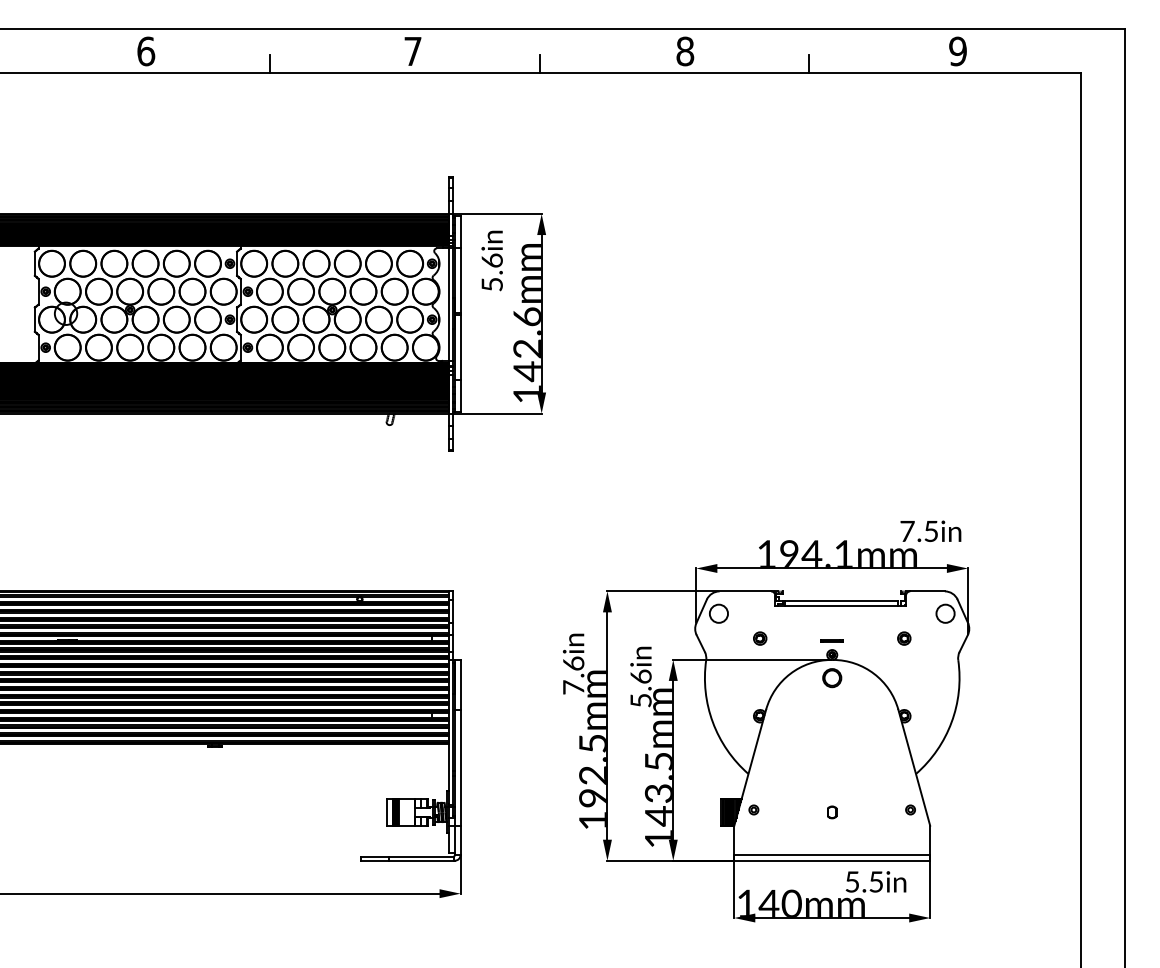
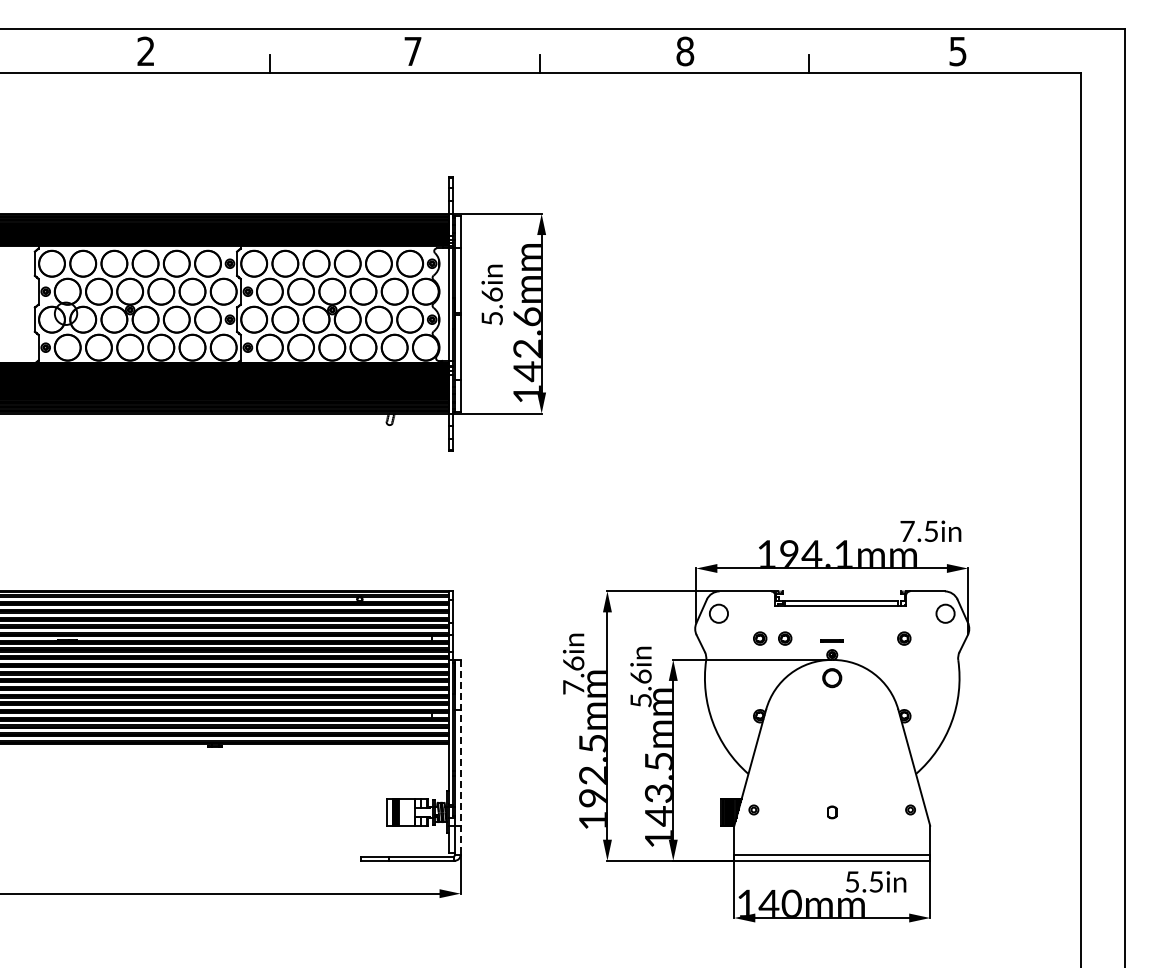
text at (146, 51): 6 -> 2
text at (957, 51): 9 -> 5
text at (491, 260) position: (491, 260) -> (491, 294)
part at (785, 638): none -> present
line at (460, 757): solid -> dashed
